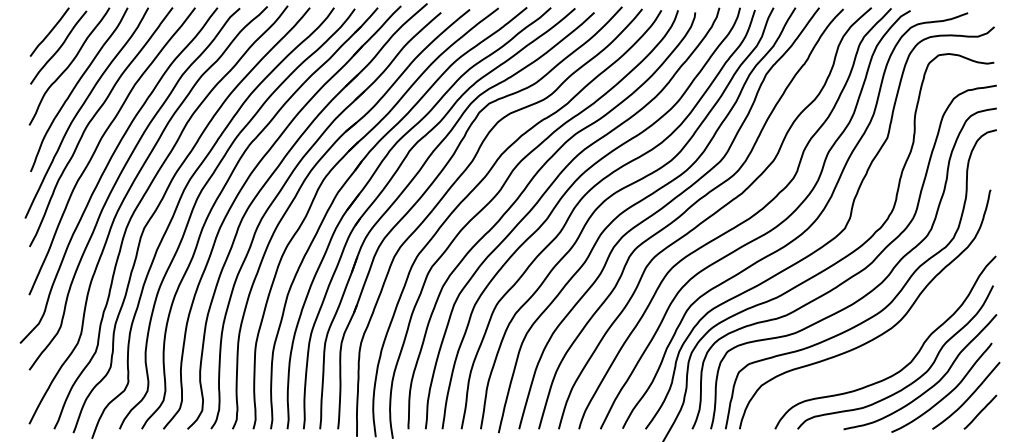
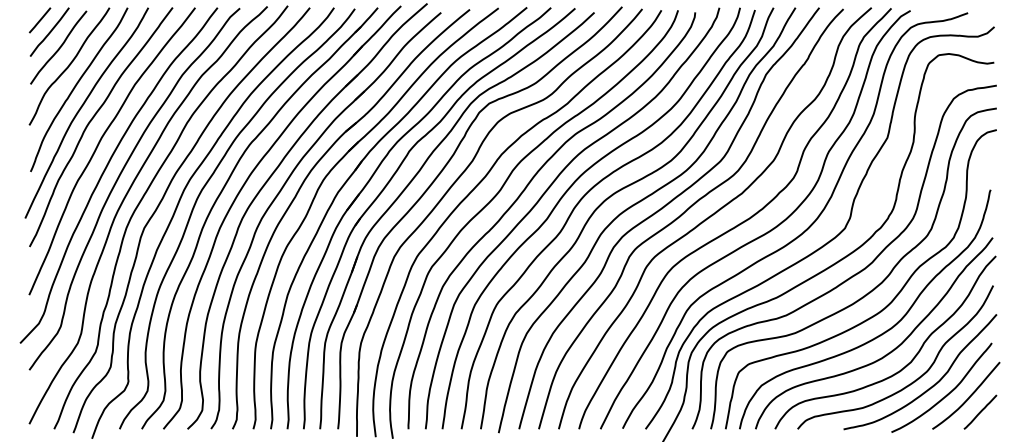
line at (39, 20): none -> present
curve at (888, 352): none -> present
